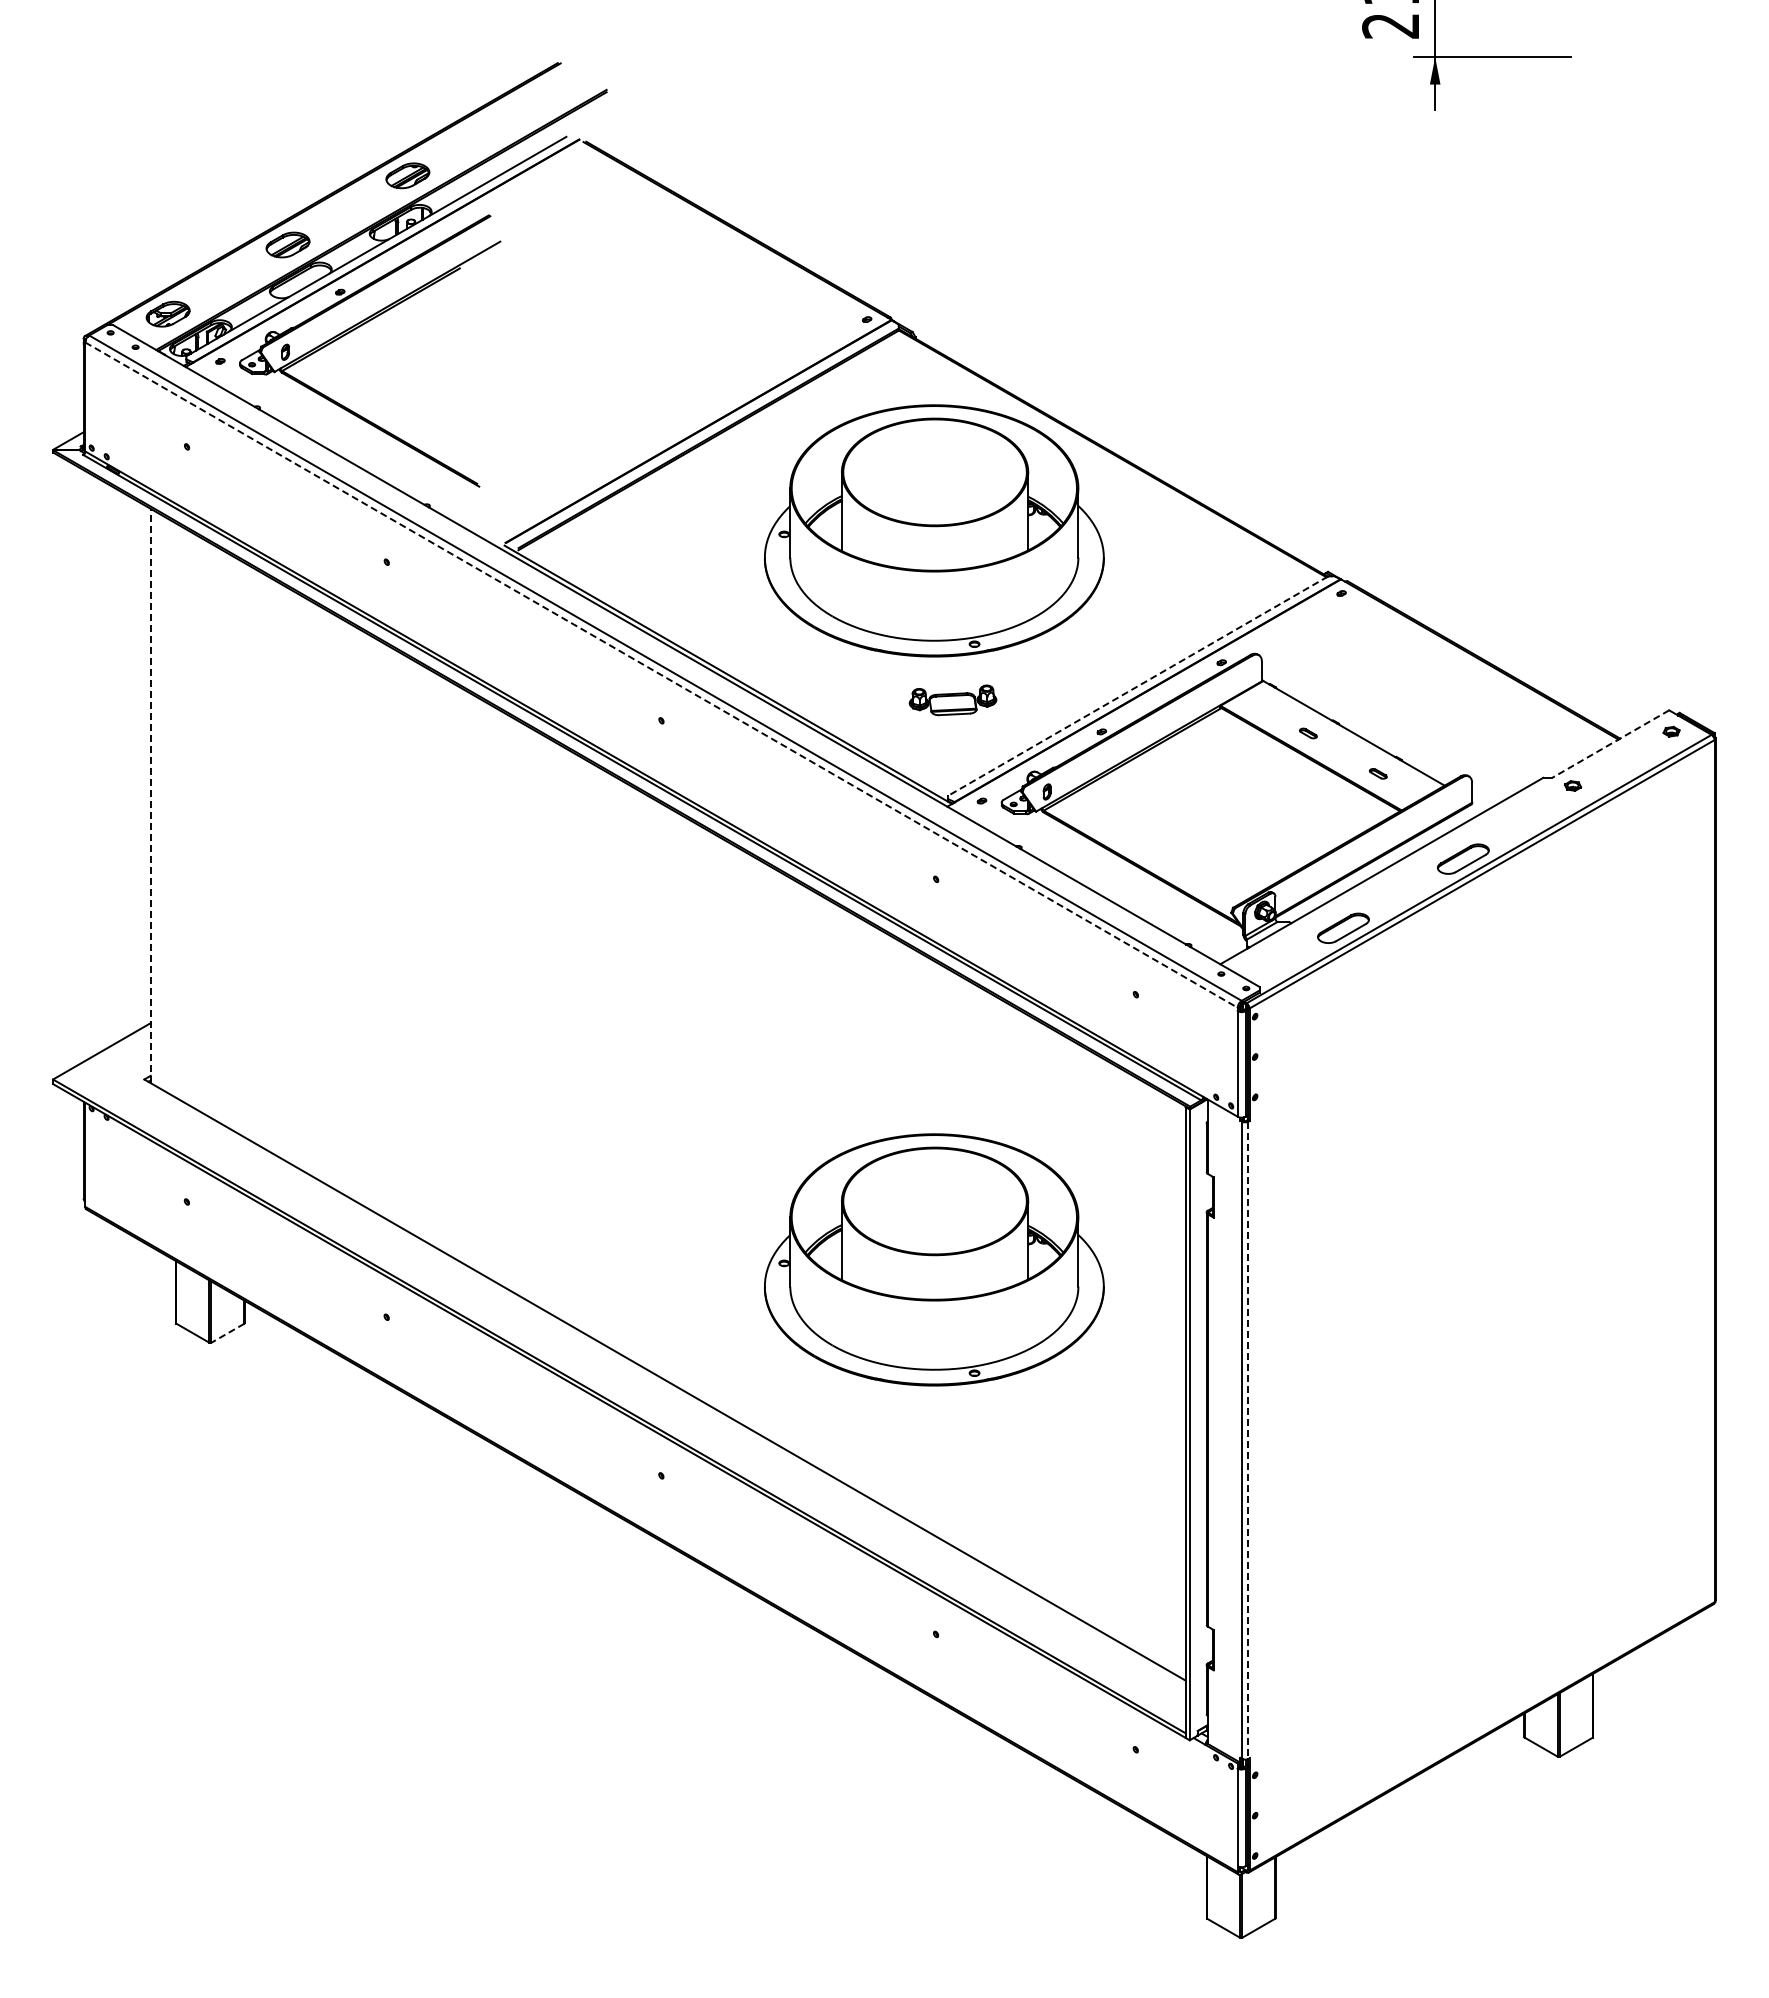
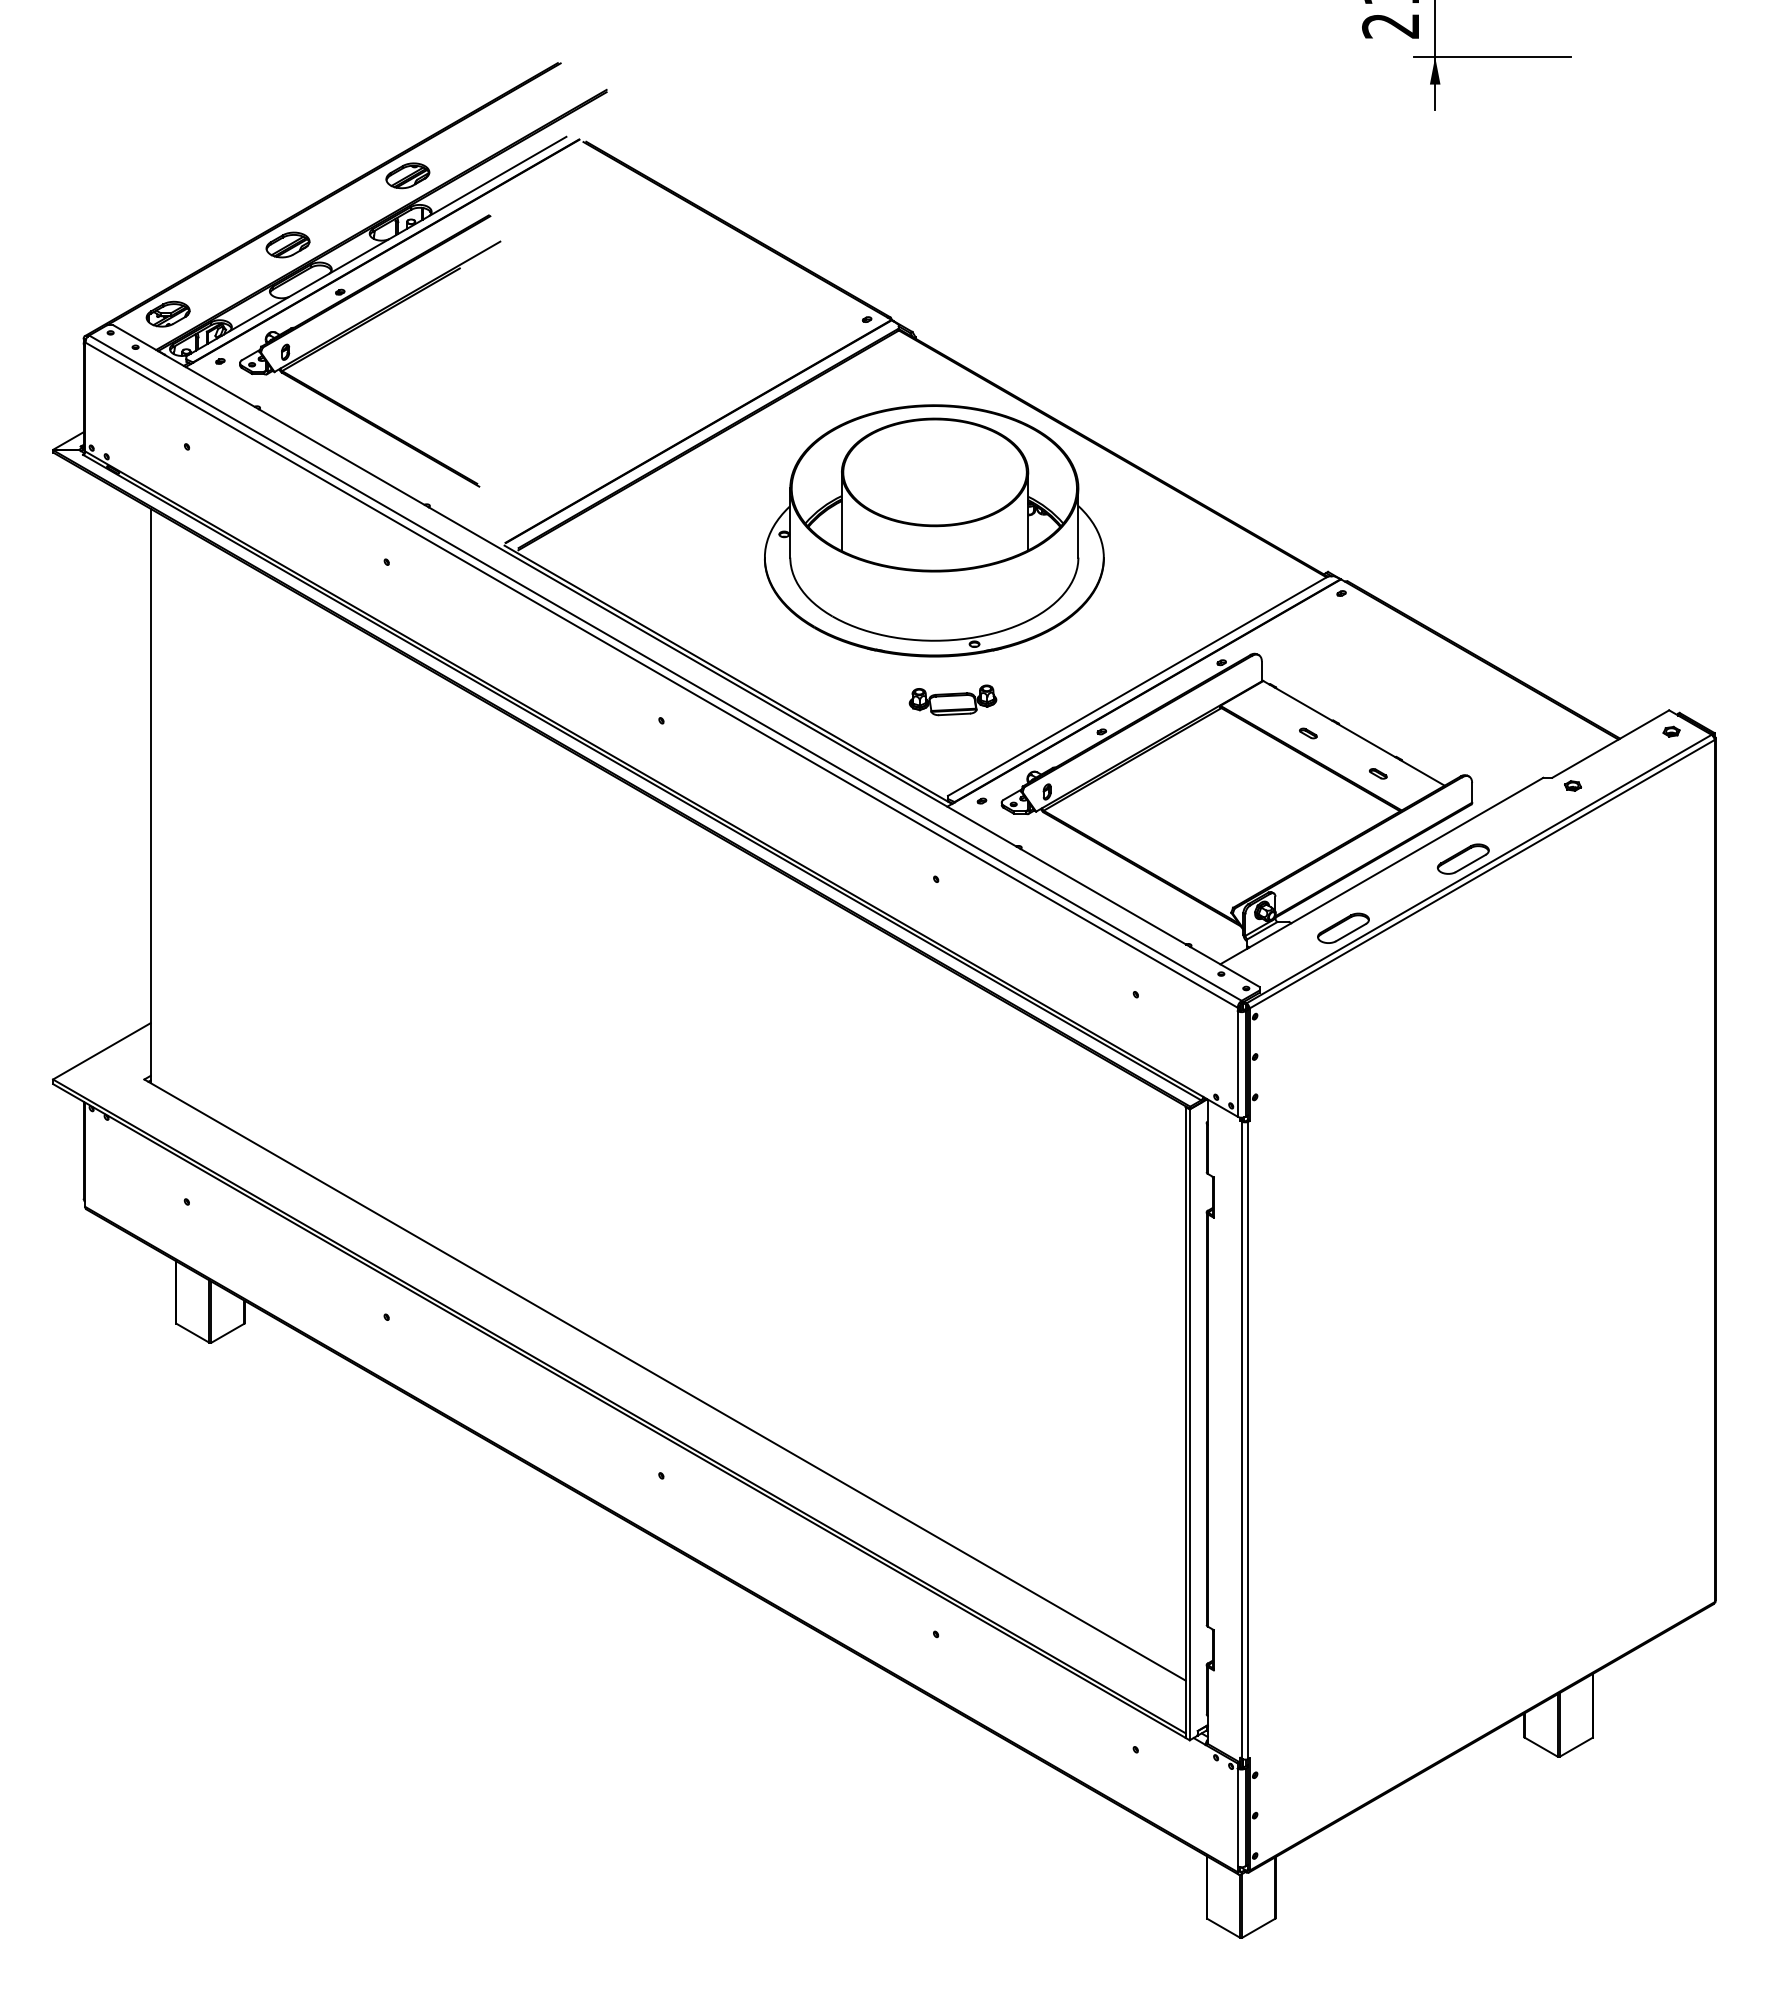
line at (661, 675): dashed -> solid
line at (1137, 686): dashed -> solid
line at (1610, 744): dashed -> solid
line at (150, 795): dashed -> solid
part at (934, 1259): present -> none
line at (227, 1333): dashed -> solid
line at (1248, 1440): dashed -> solid
